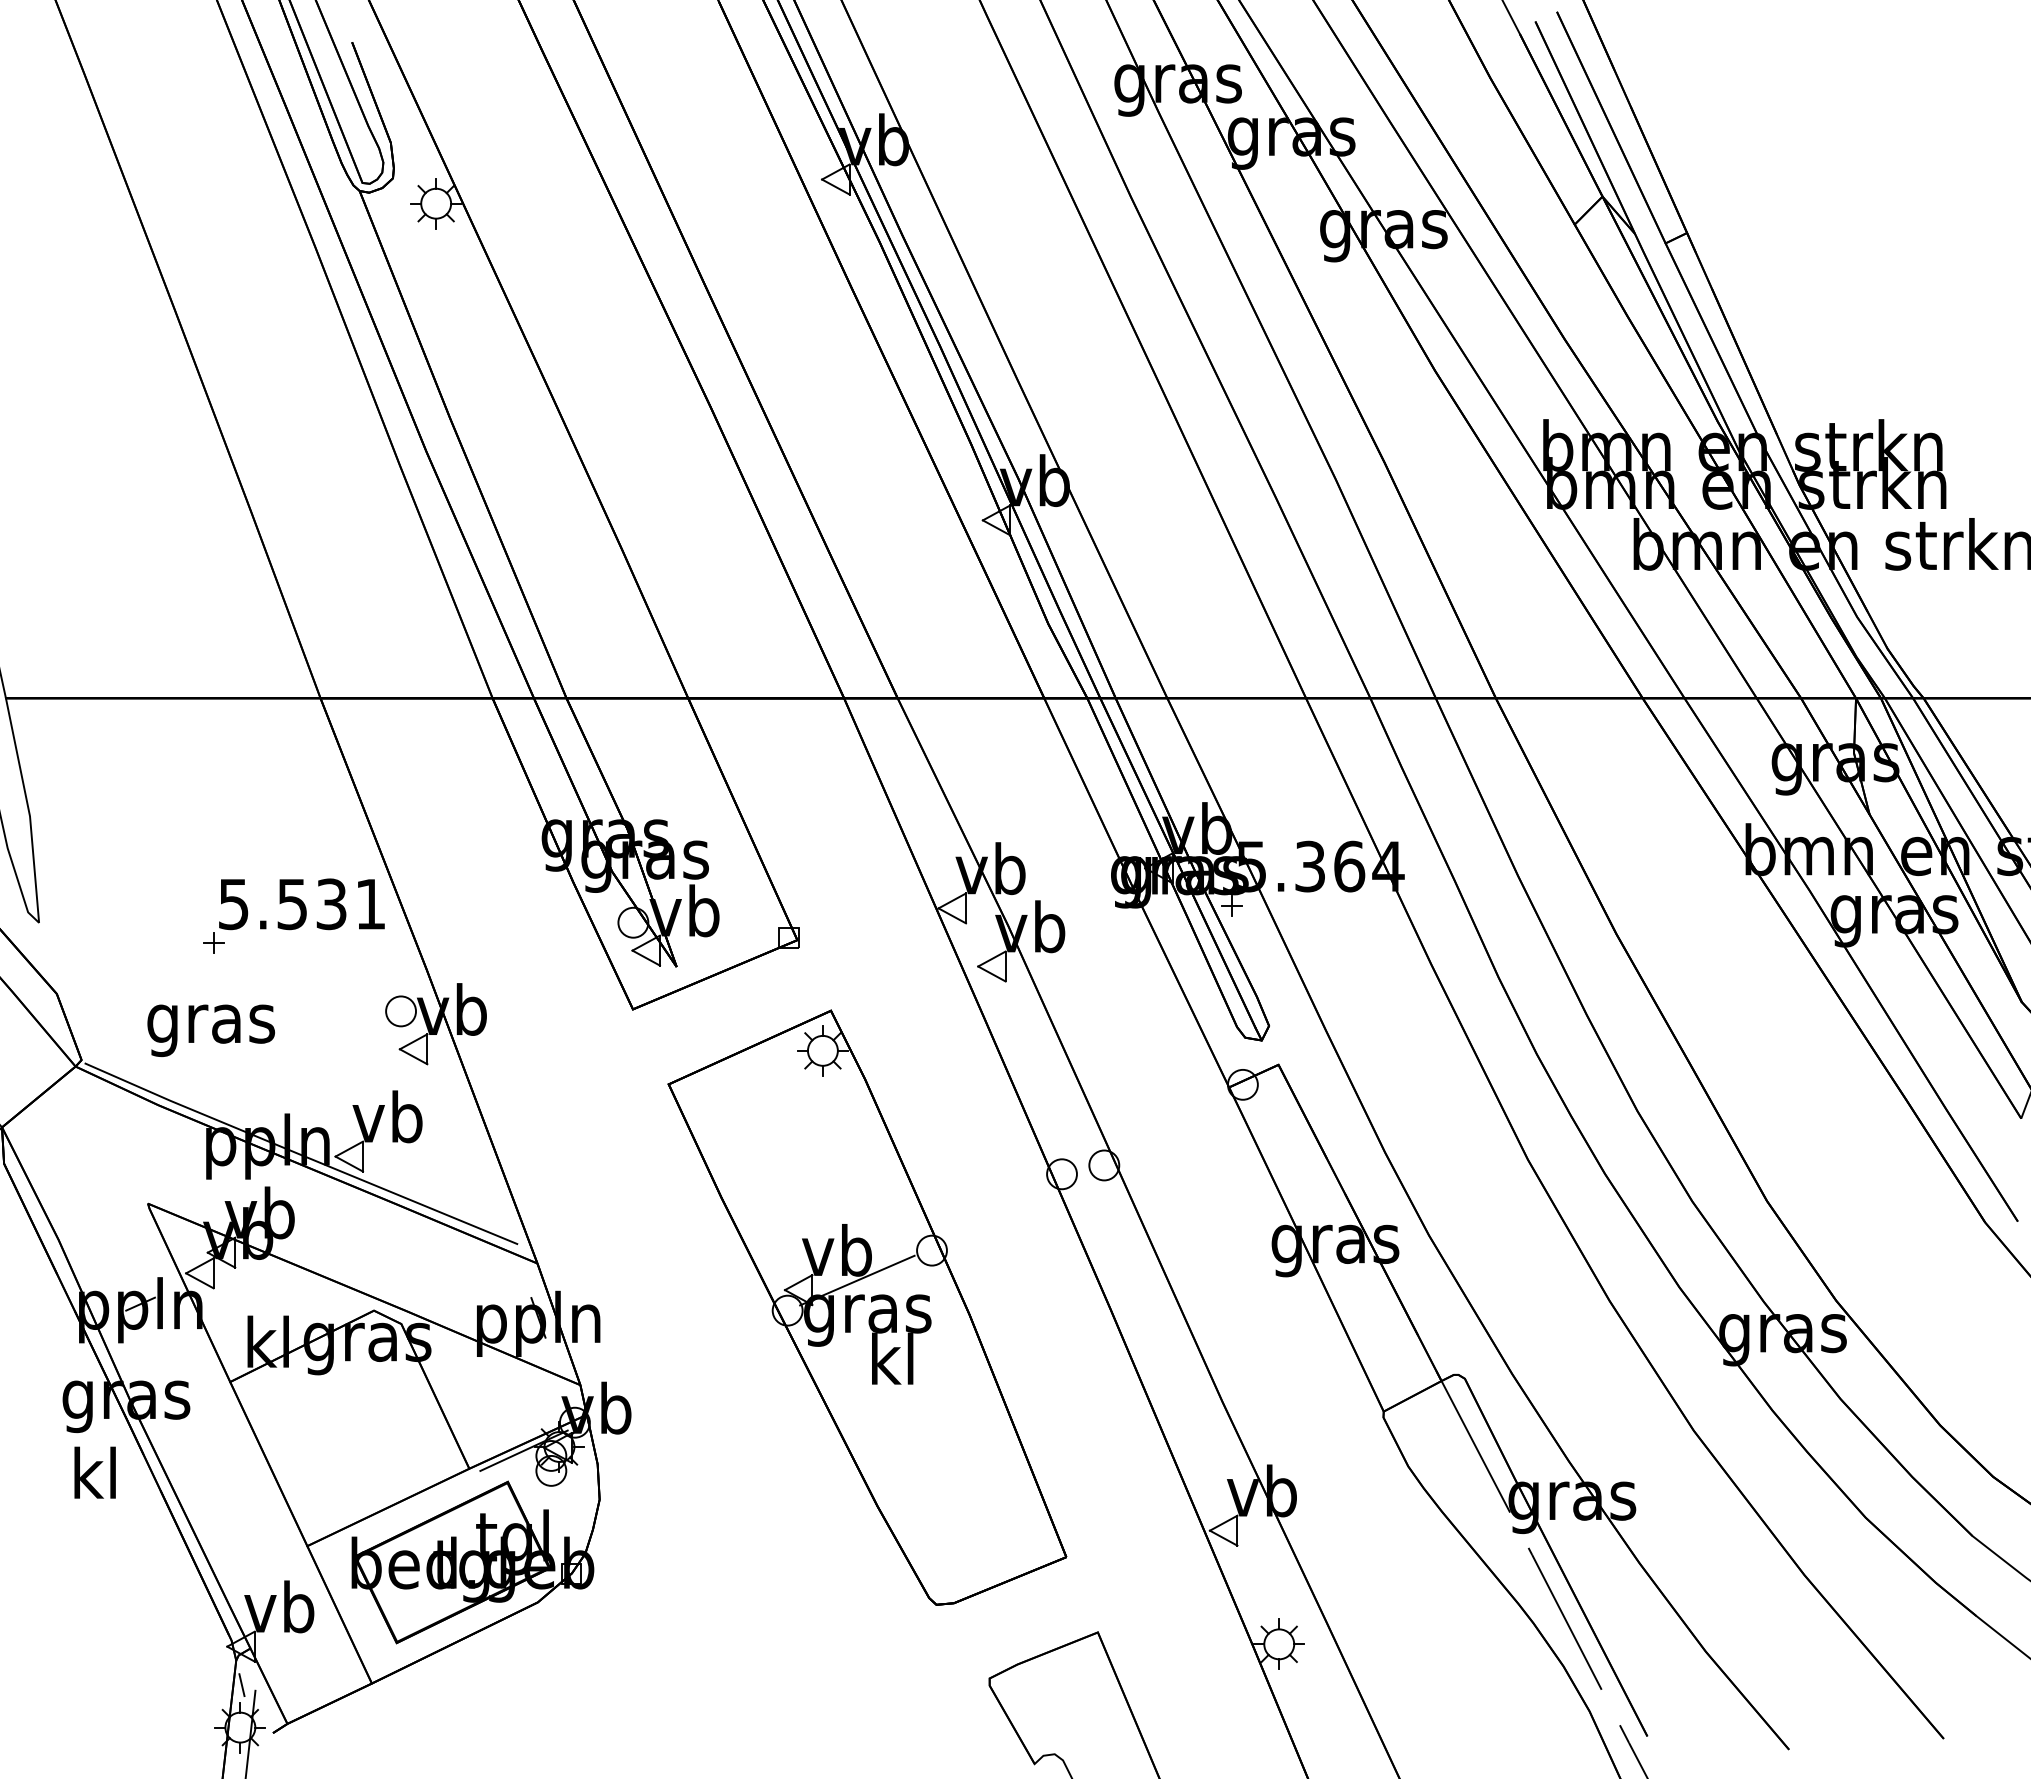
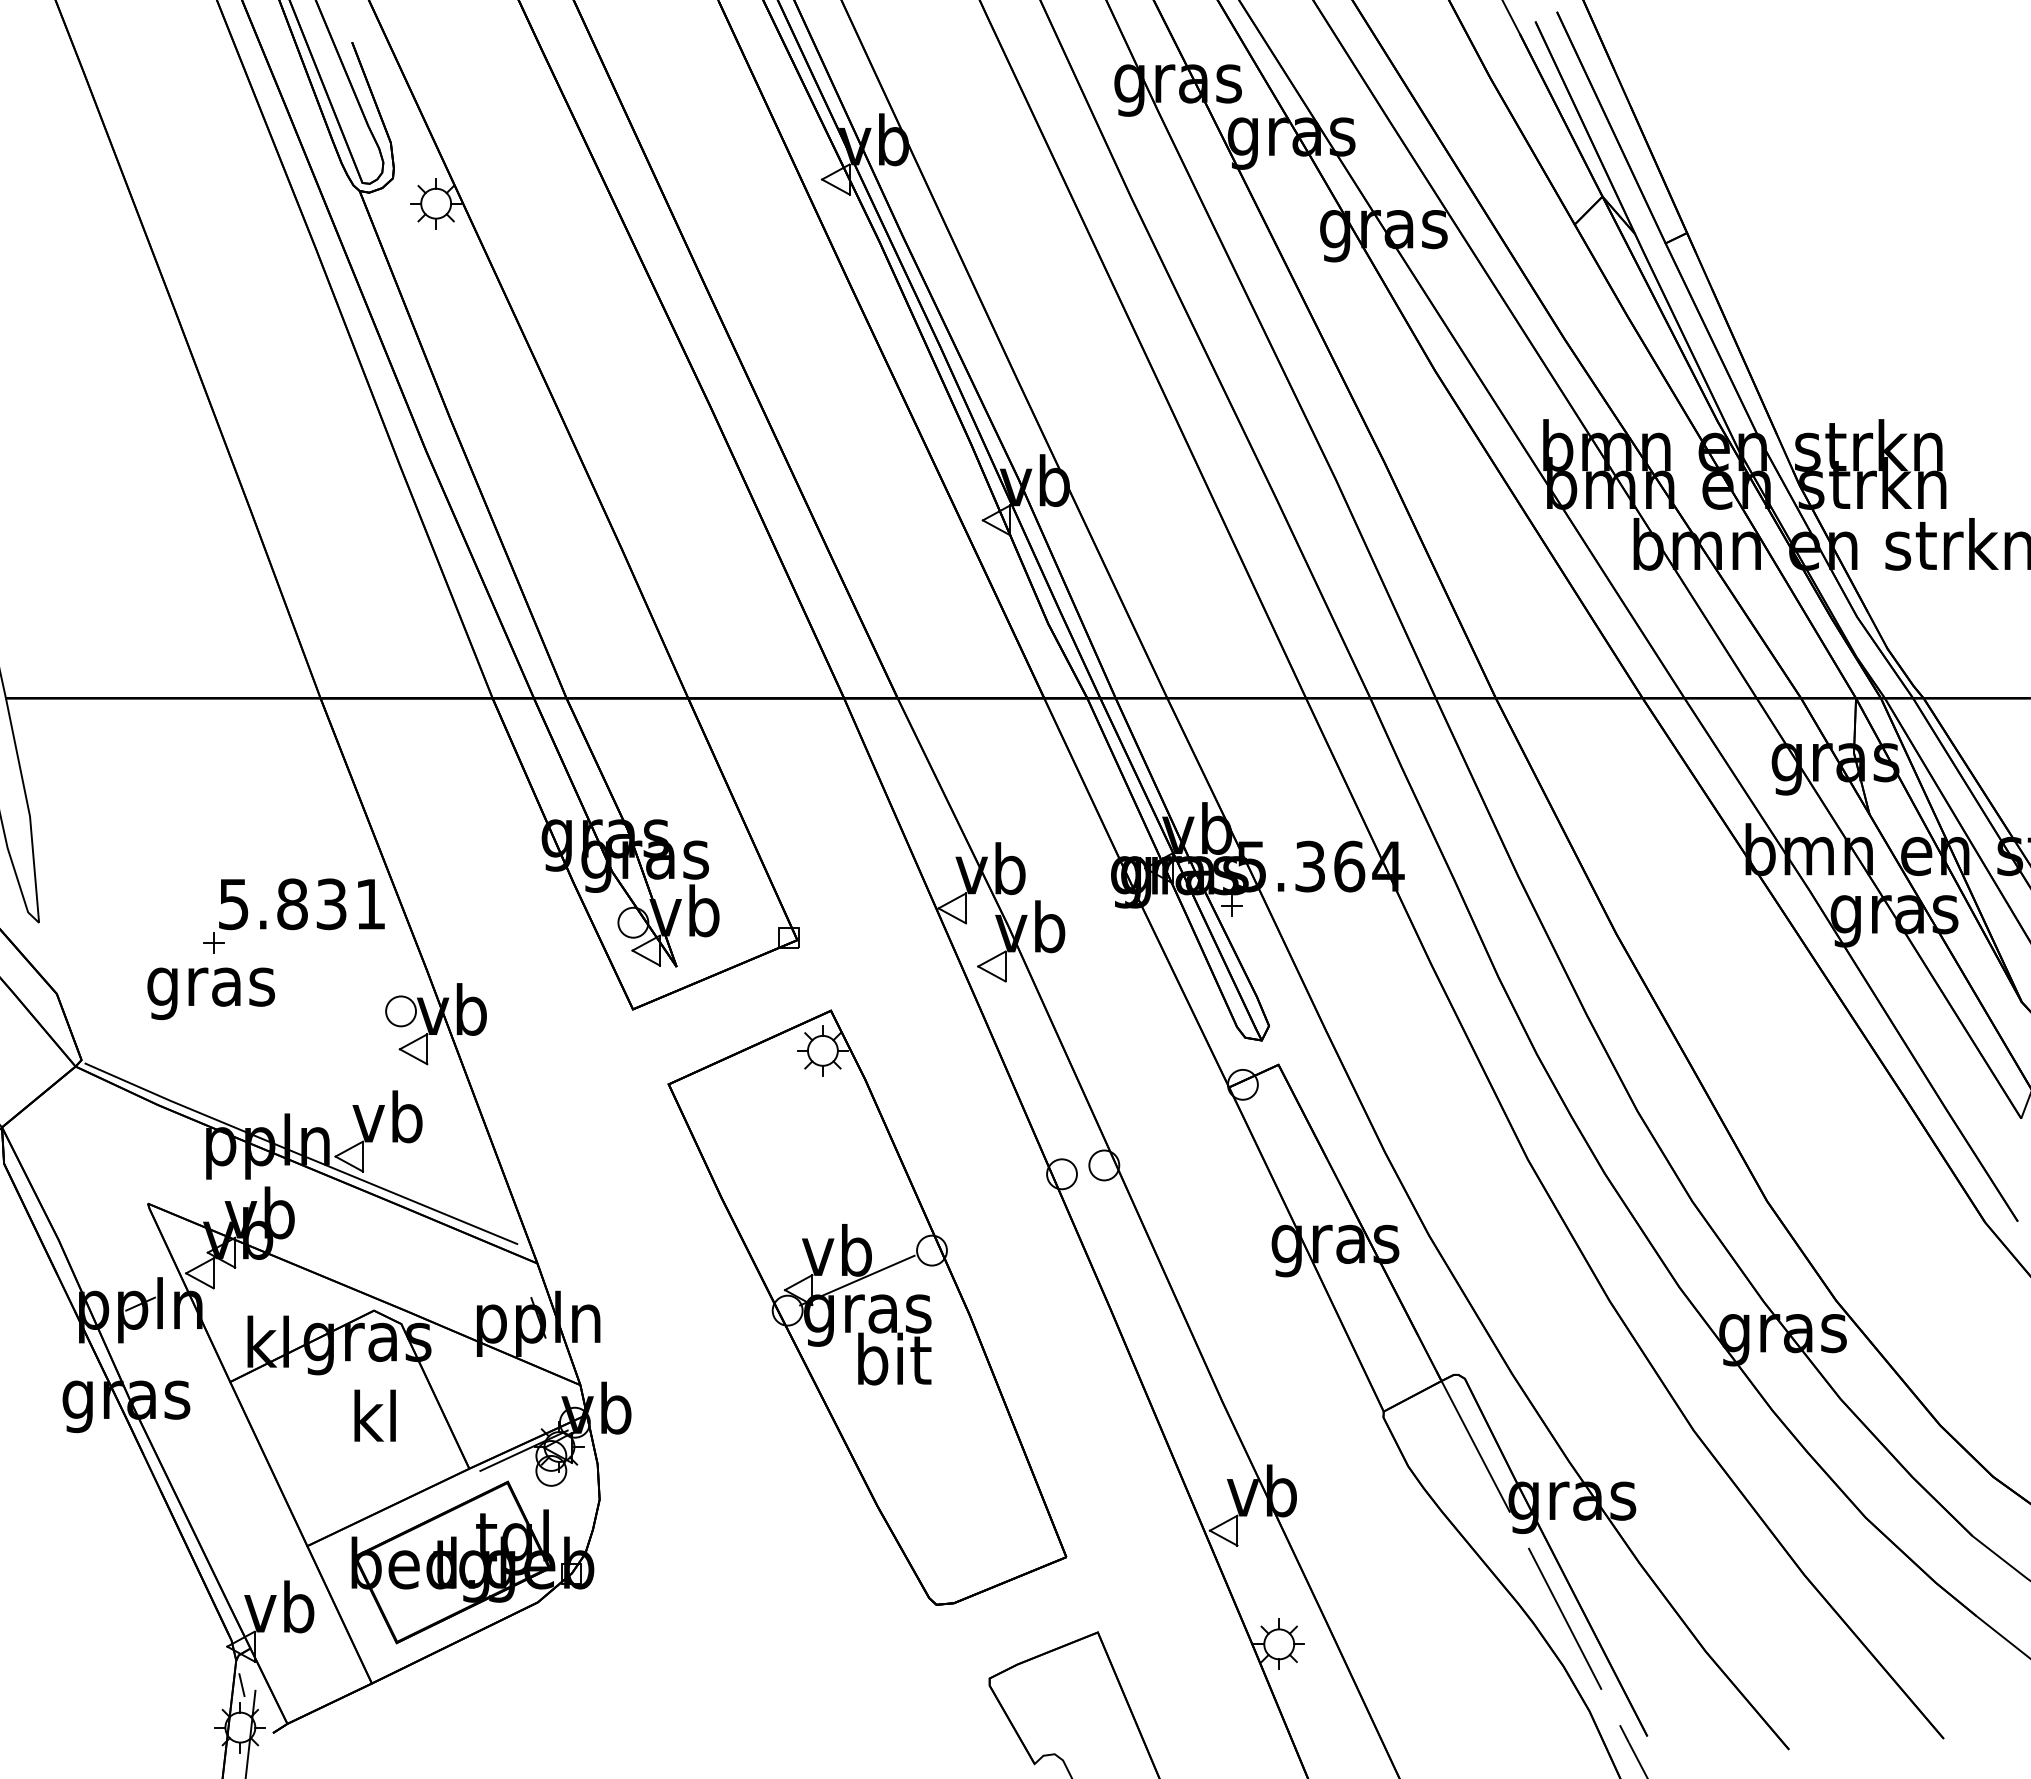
text at (292, 904): 5.531 -> 5.831
text at (210, 1030) position: (210, 1030) -> (210, 993)
text at (894, 1358): kl -> bit
text at (94, 1472) position: (94, 1472) -> (374, 1415)
